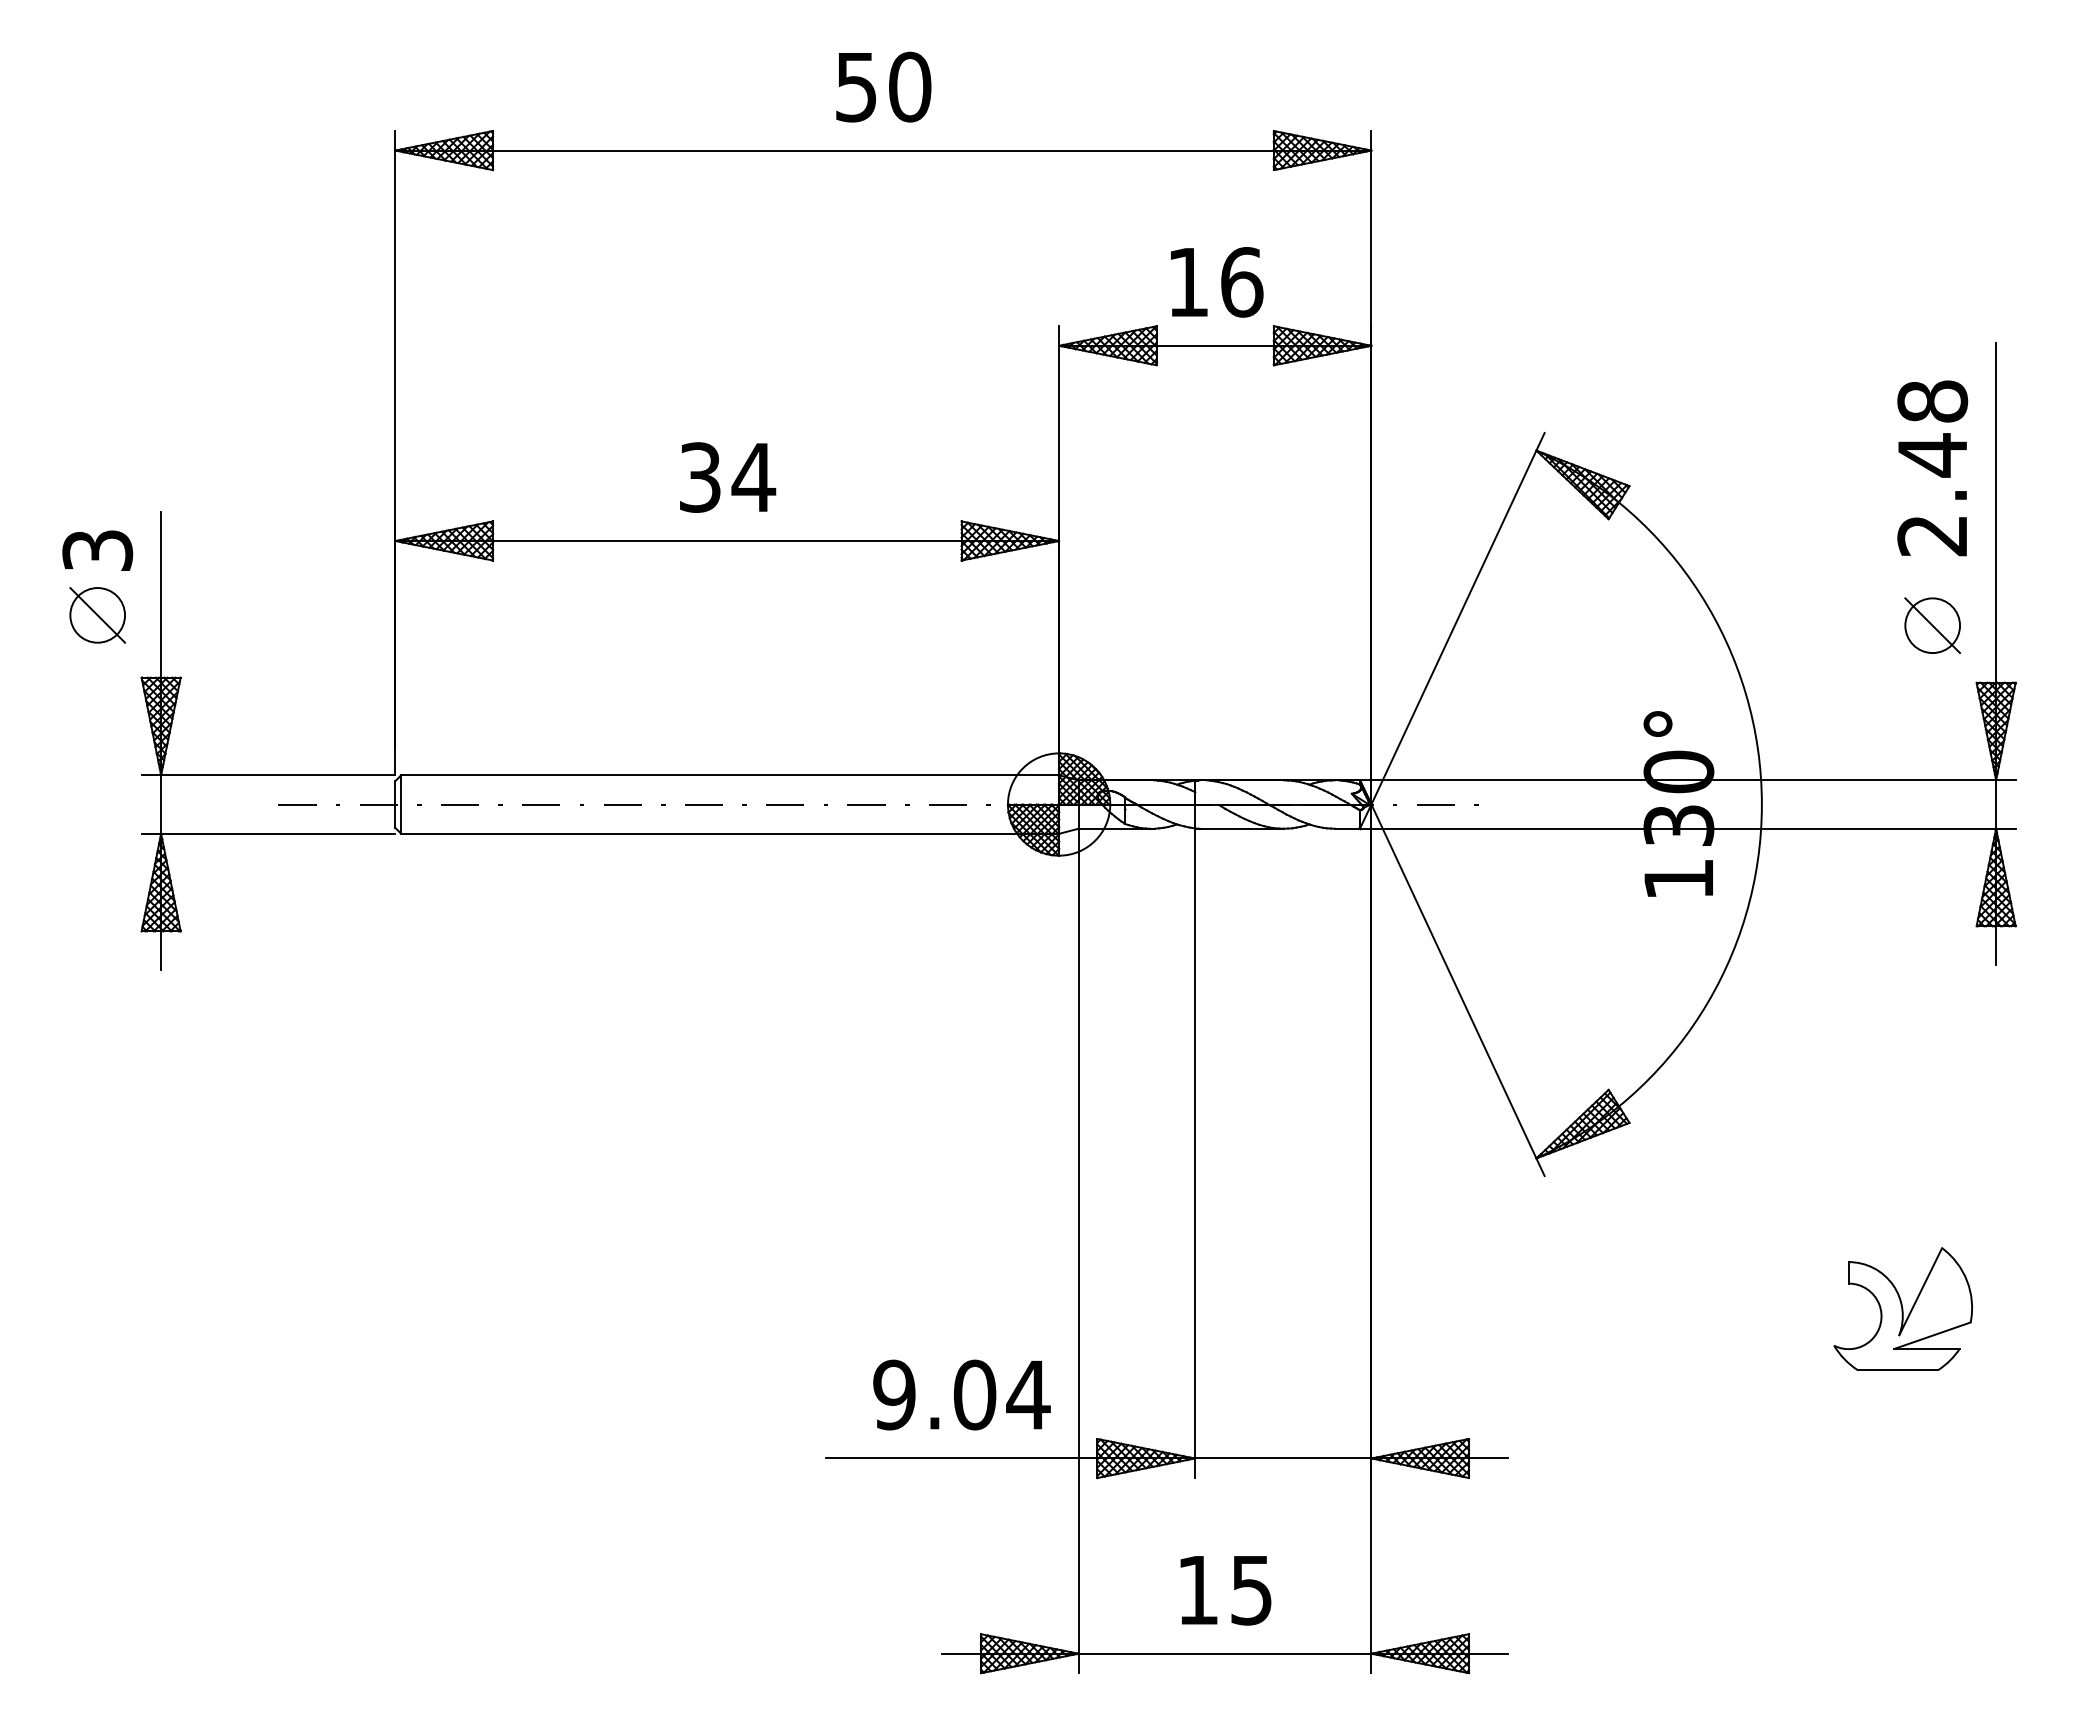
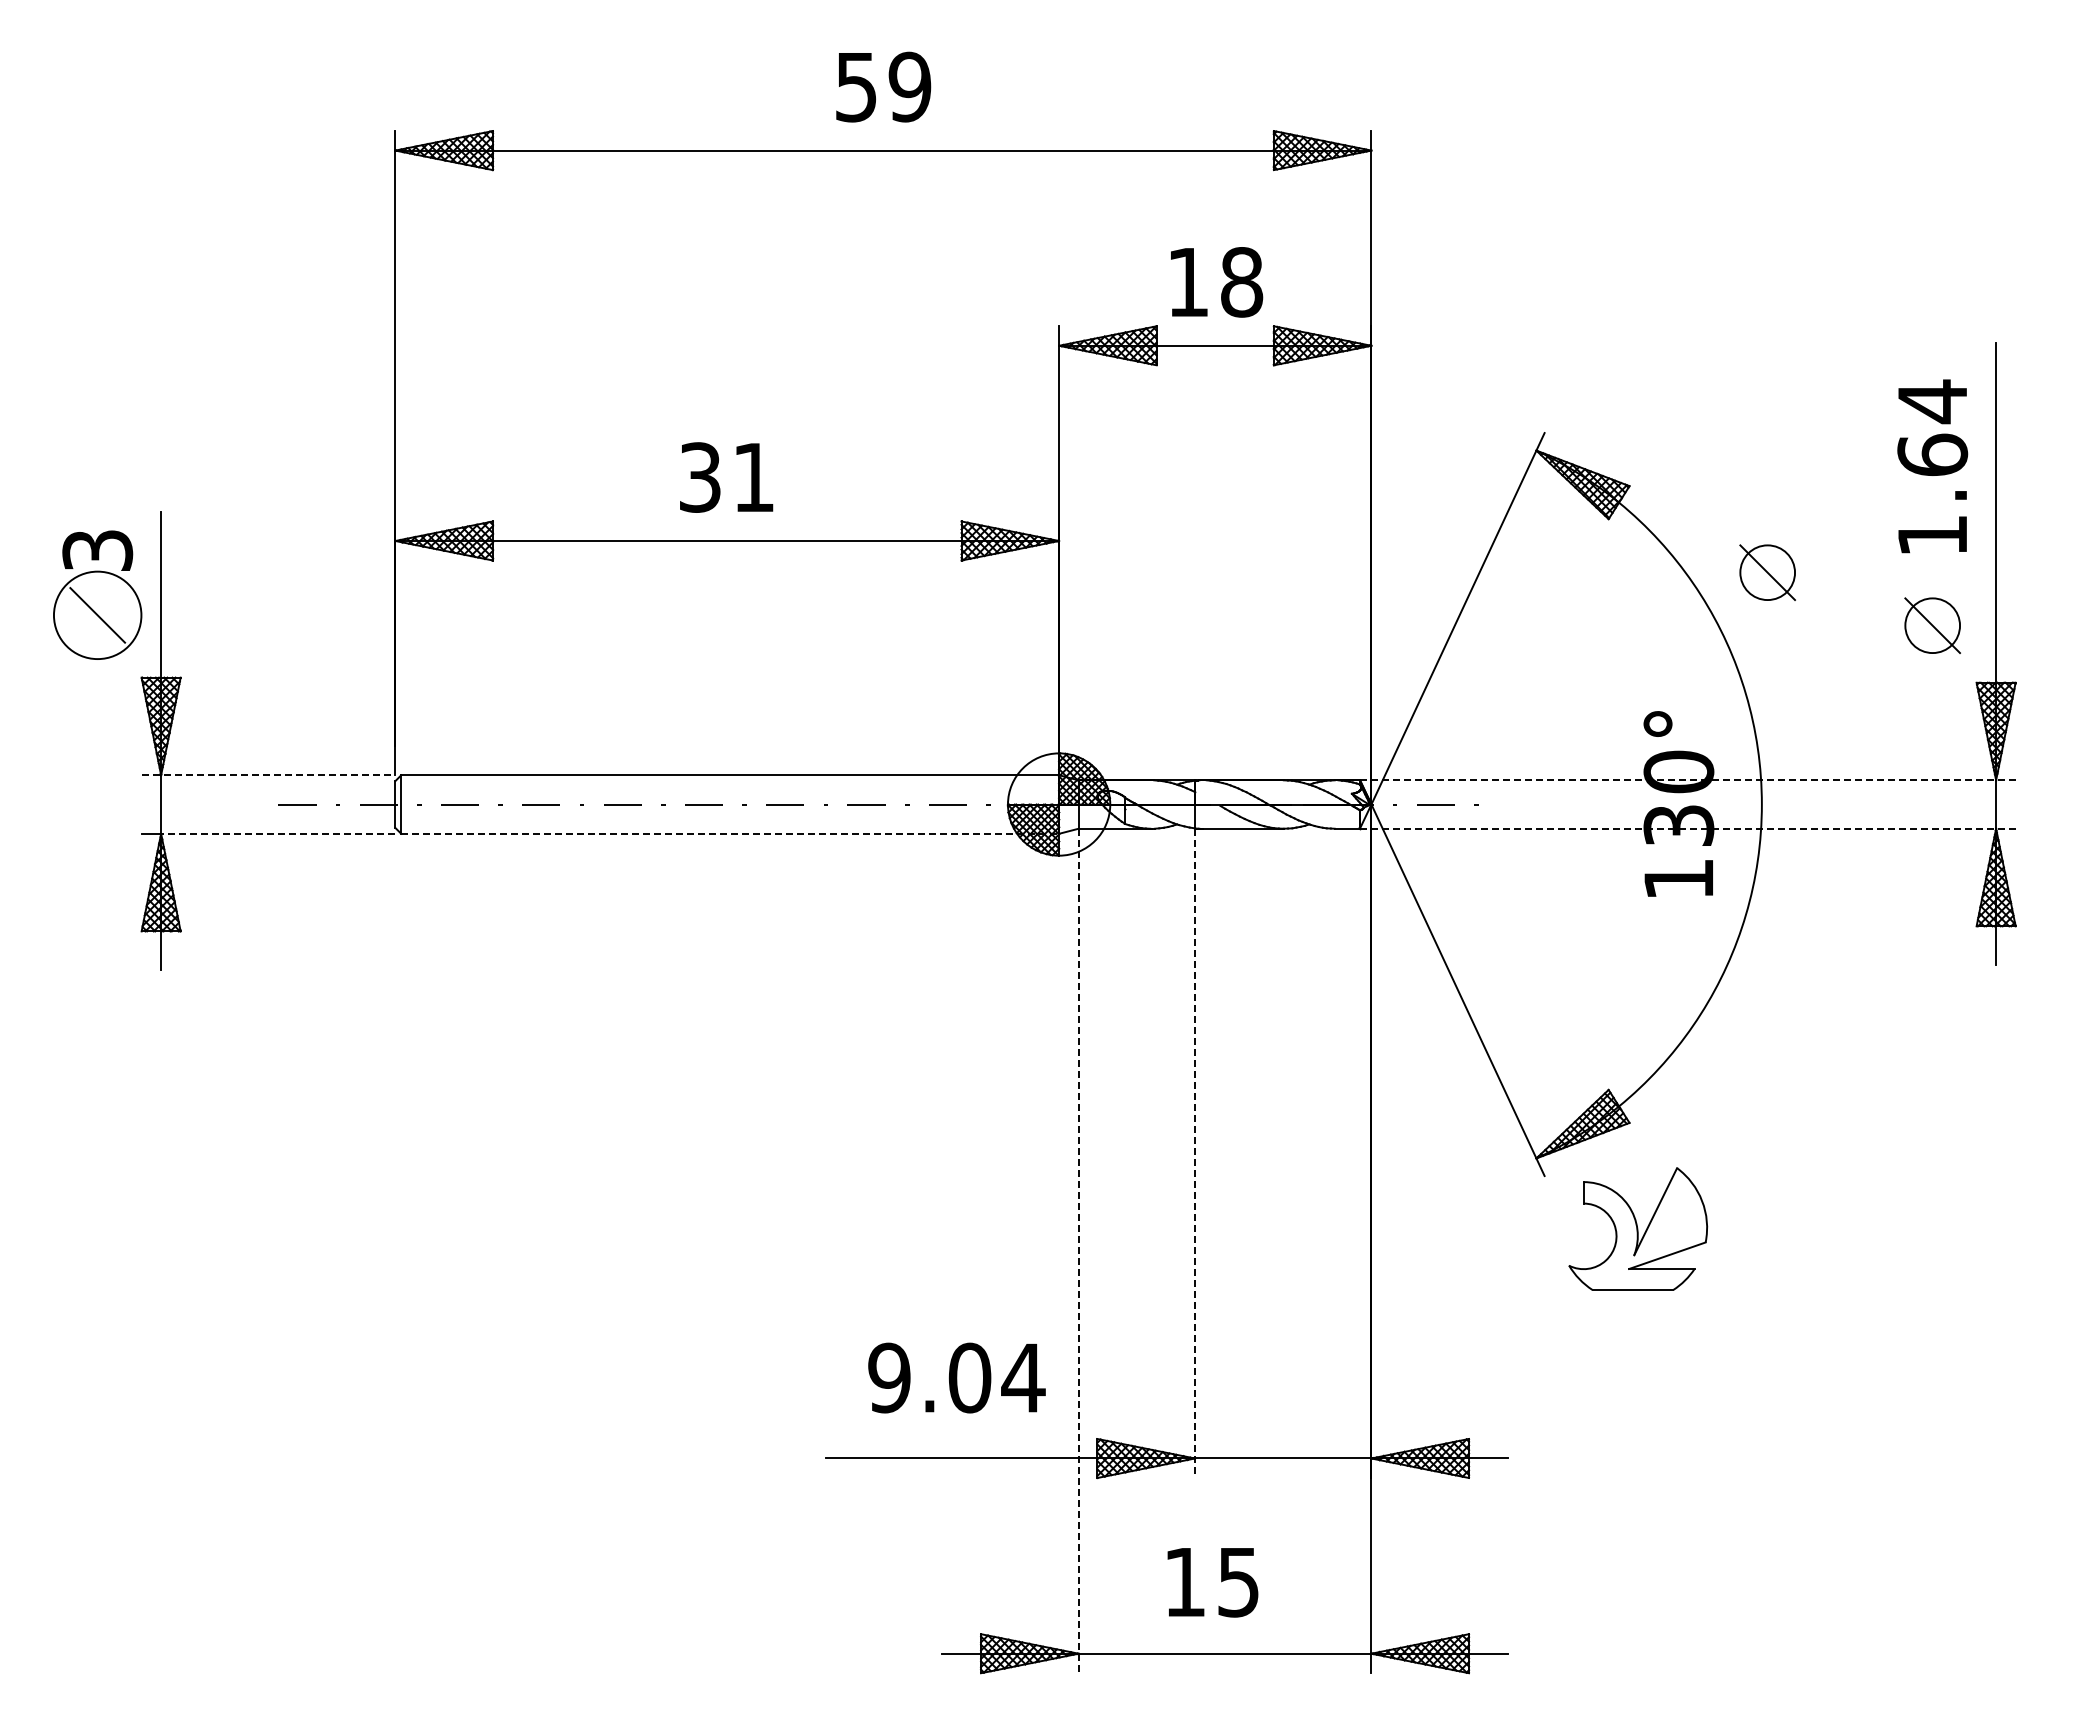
text at (909, 86): 50 -> 59
text at (1242, 282): 16 -> 18
text at (1932, 467): 2.48 -> 1.64
text at (753, 477): 34 -> 31
part at (1767, 572): none -> present
circle at (97, 615) diameter: 55 px -> 87 px
line at (268, 775): solid -> dashed
line at (1687, 780): solid -> dashed
line at (1687, 828): solid -> dashed
line at (277, 833): solid -> dashed
line at (730, 833): solid -> dashed
line at (1194, 1153): solid -> dashed
line at (1078, 1251): solid -> dashed
part at (1903, 1308) position: (1903, 1308) -> (1638, 1228)
text at (961, 1394) position: (961, 1394) -> (956, 1377)
text at (1225, 1590) position: (1225, 1590) -> (1212, 1582)
